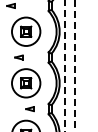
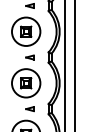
part at (10, 5) position: (10, 5) -> (29, 5)
part at (18, 57) position: (18, 57) -> (29, 57)
line at (65, 66): dashed -> solid
line at (74, 66): dashed -> solid
